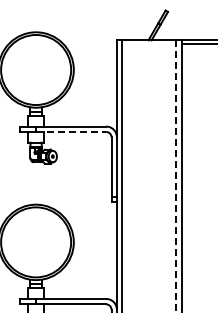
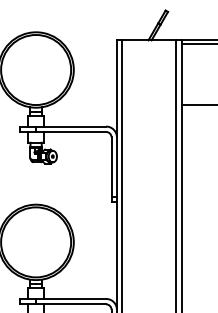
line at (197, 105): none -> present
line at (71, 131): dashed -> solid
line at (176, 176): dashed -> solid
